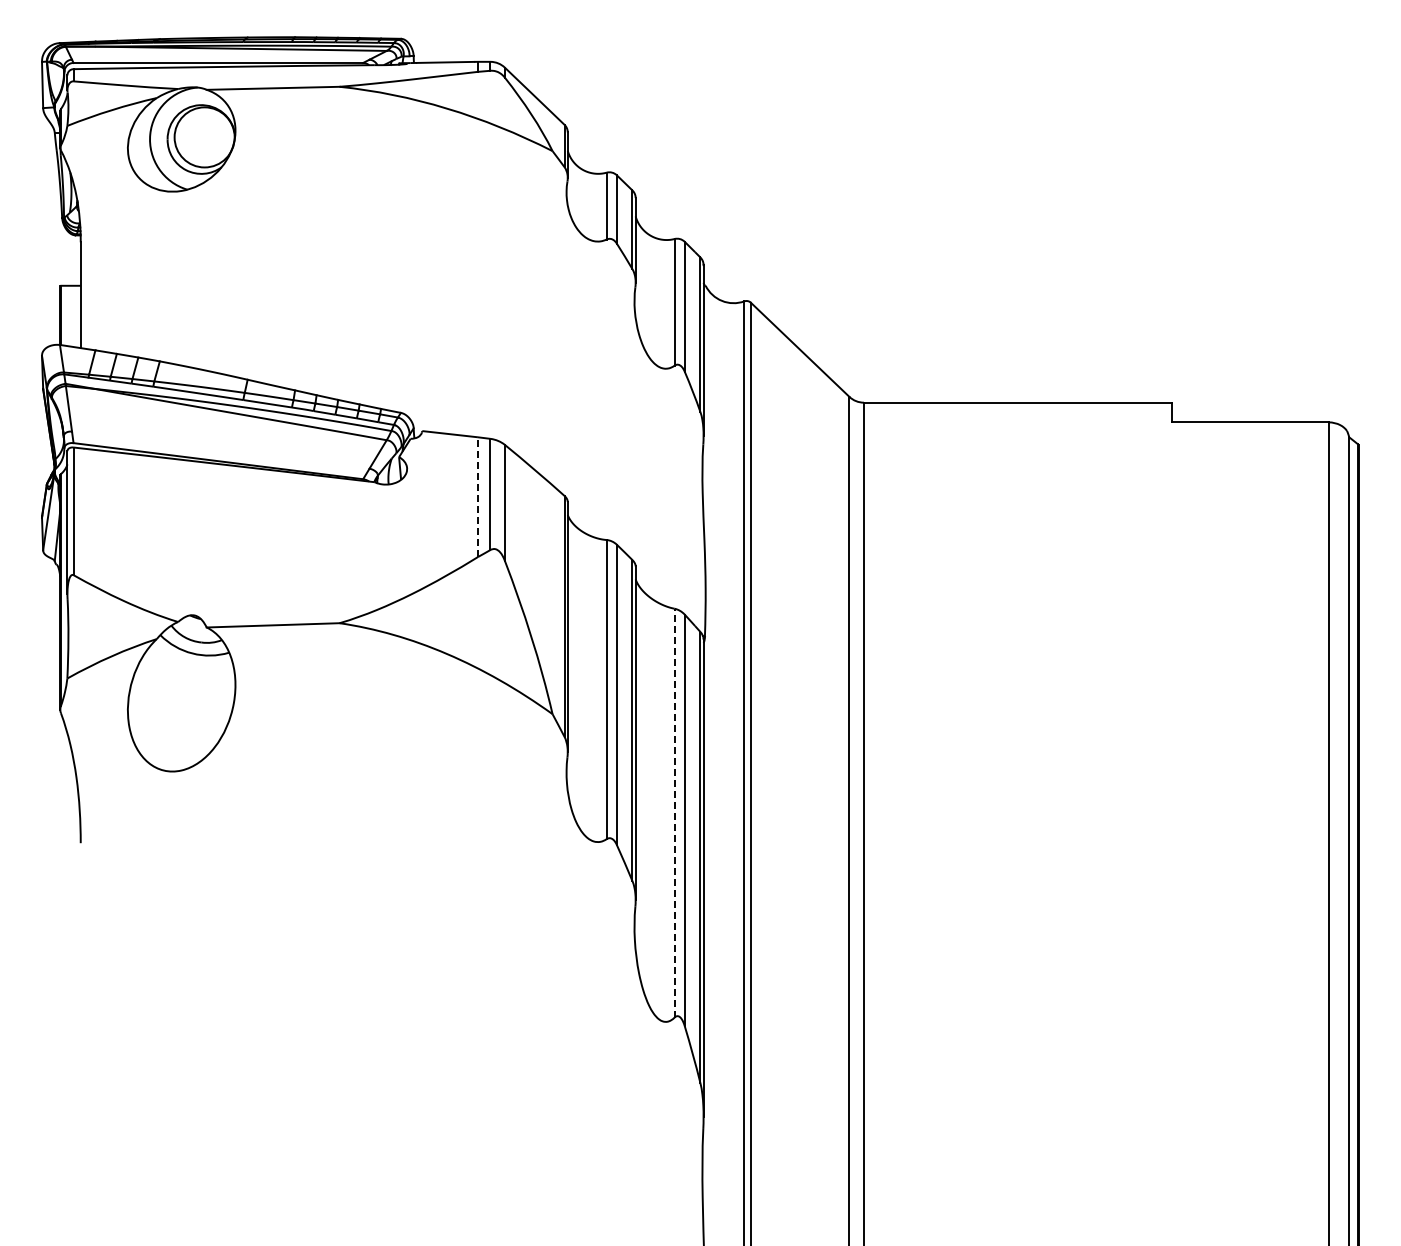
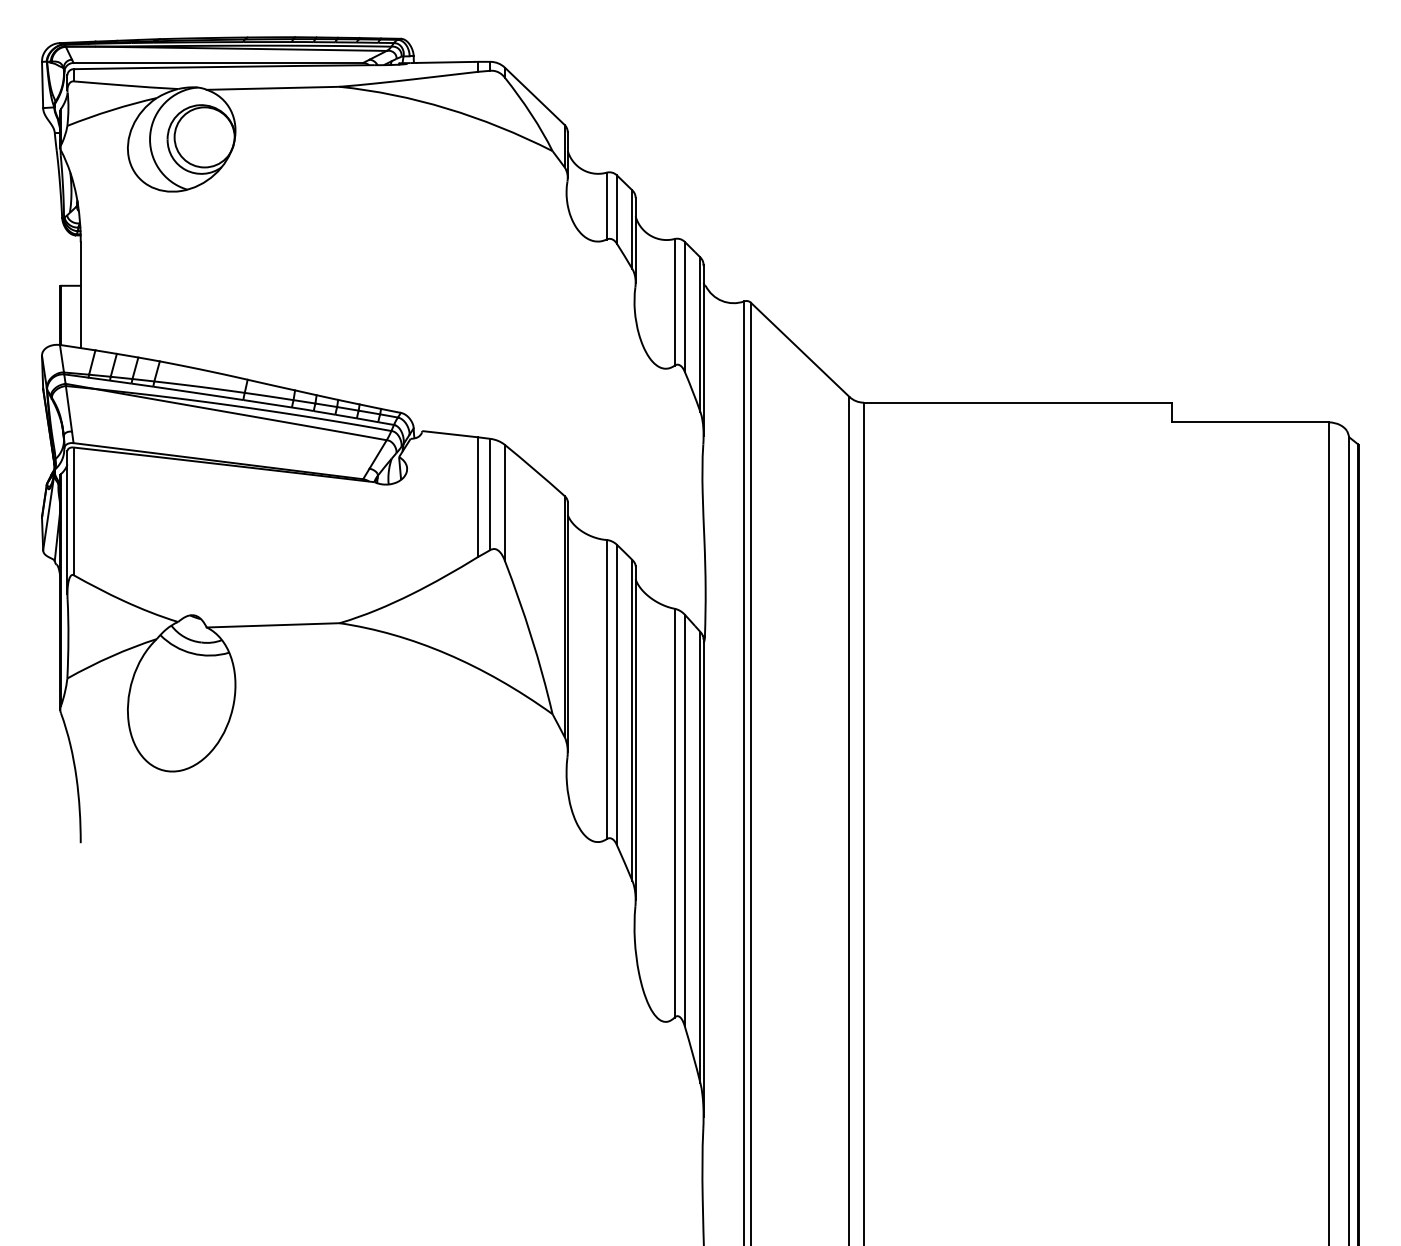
line at (477, 497): dashed -> solid
line at (674, 812): dashed -> solid
